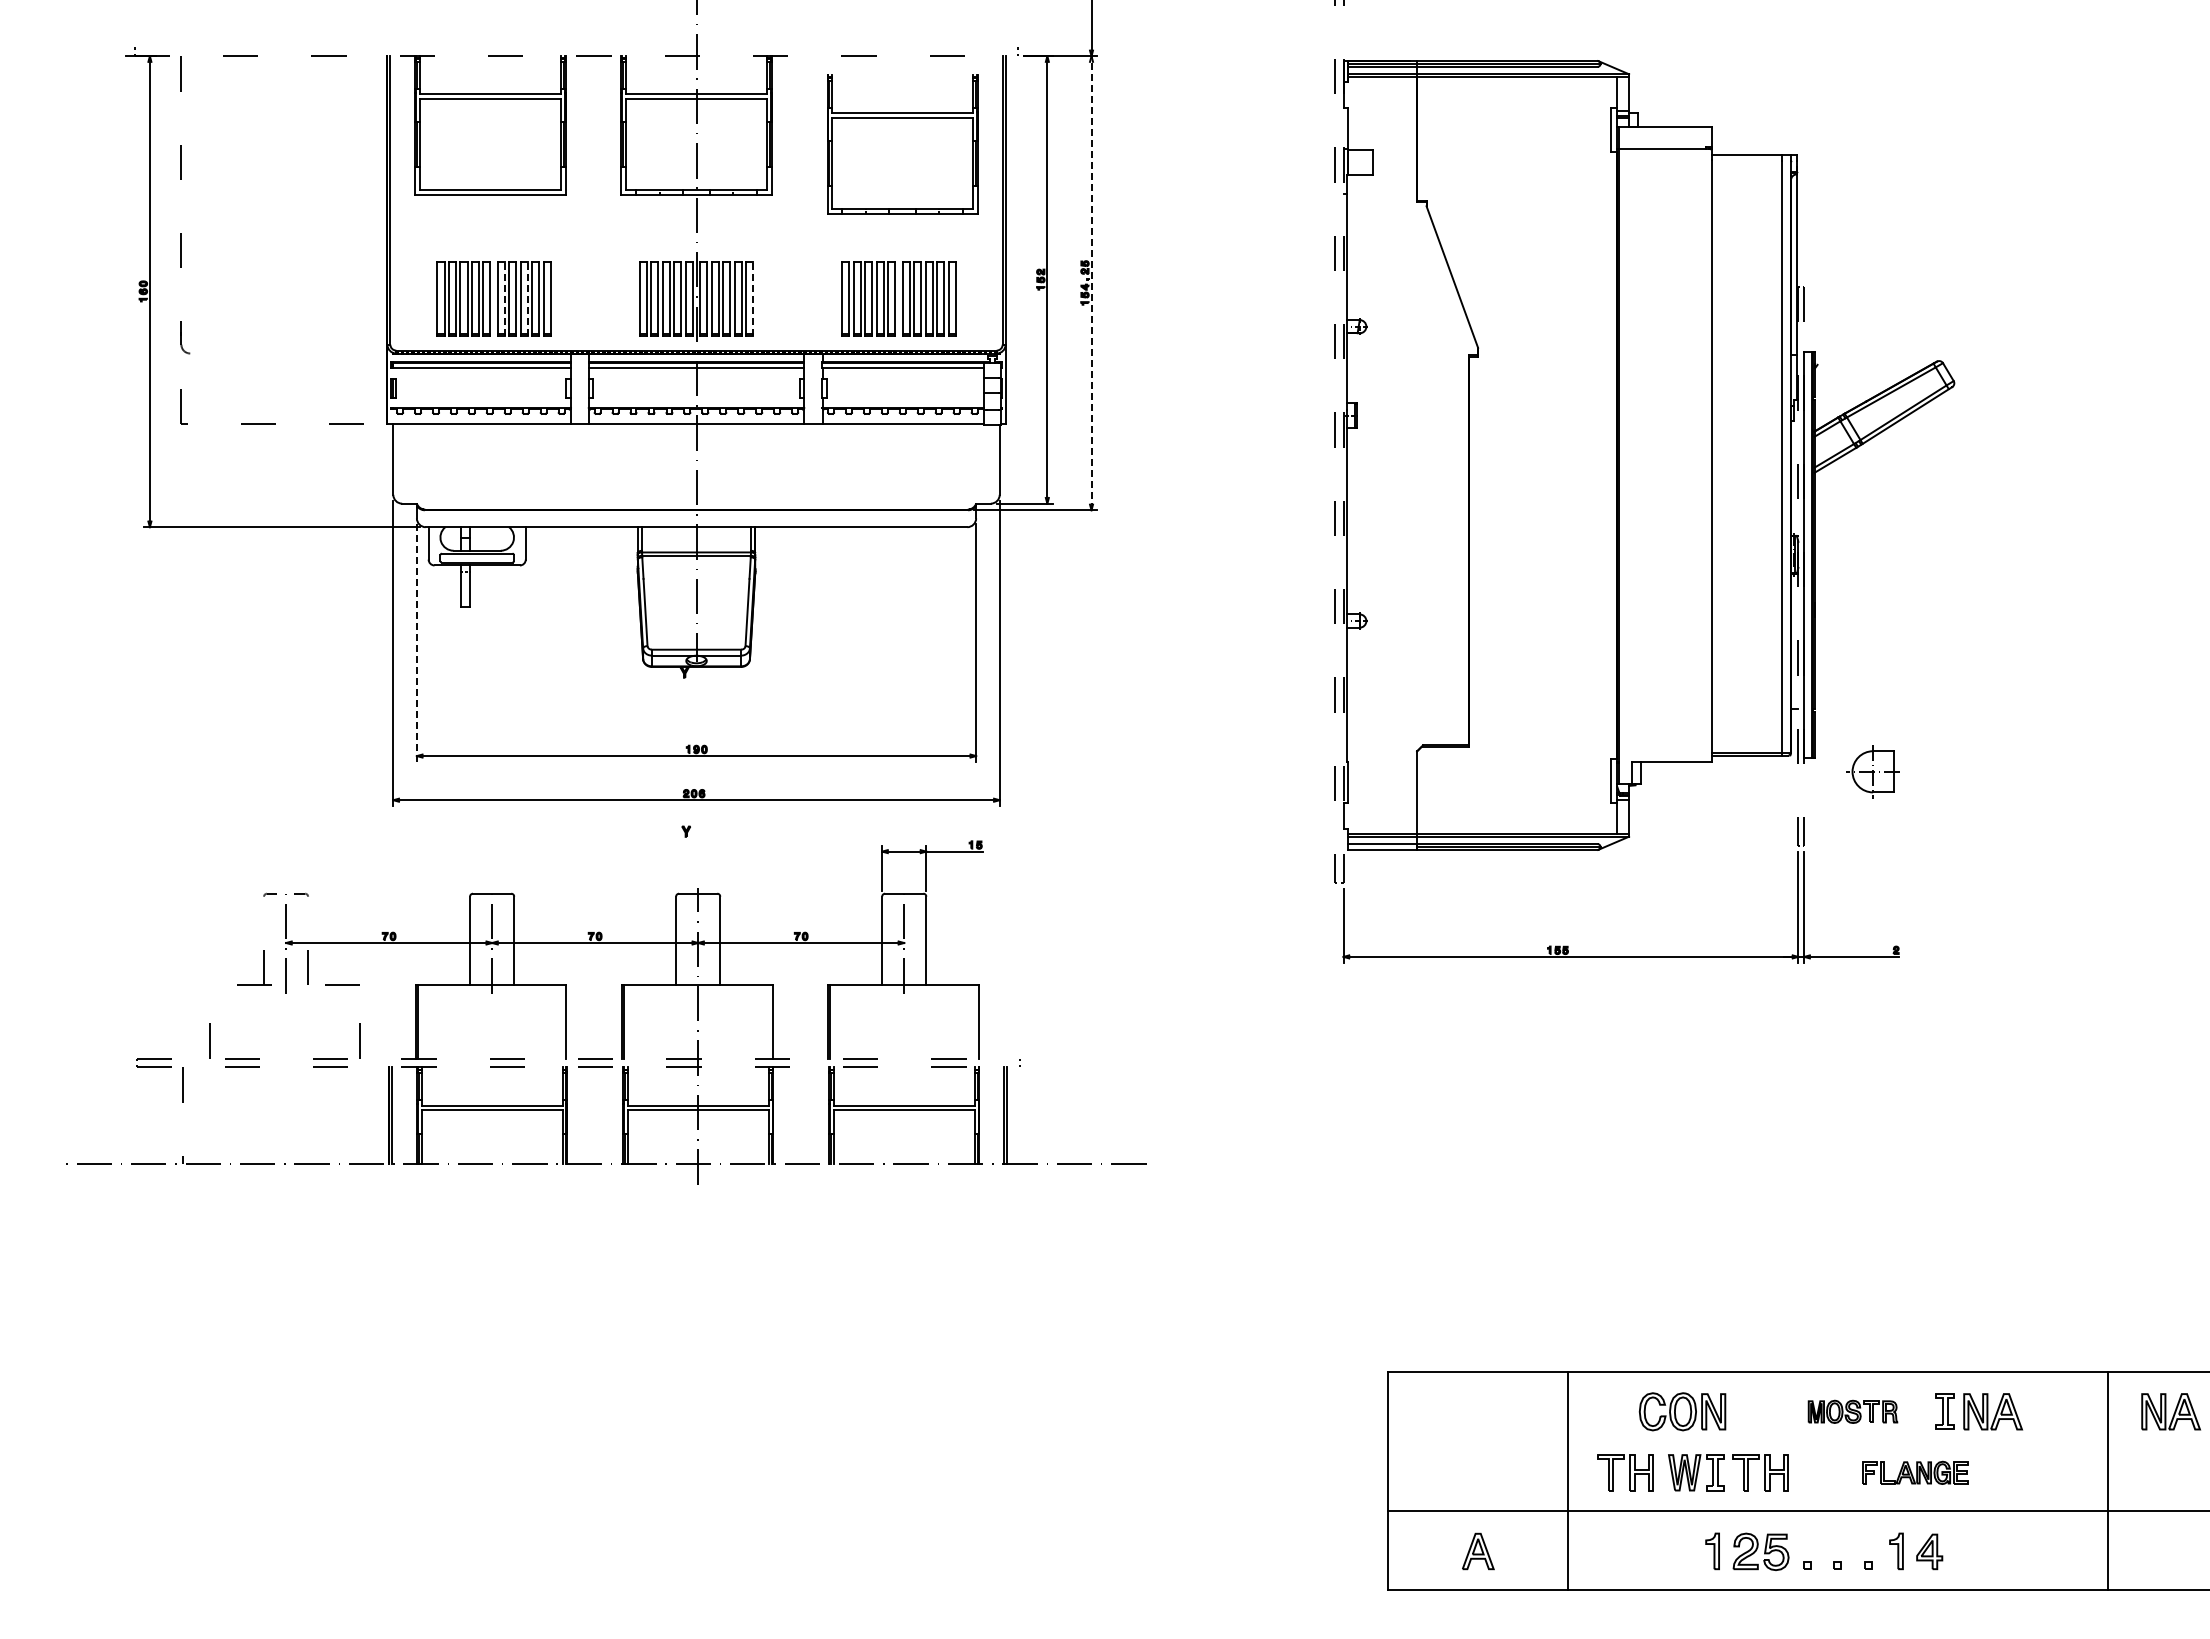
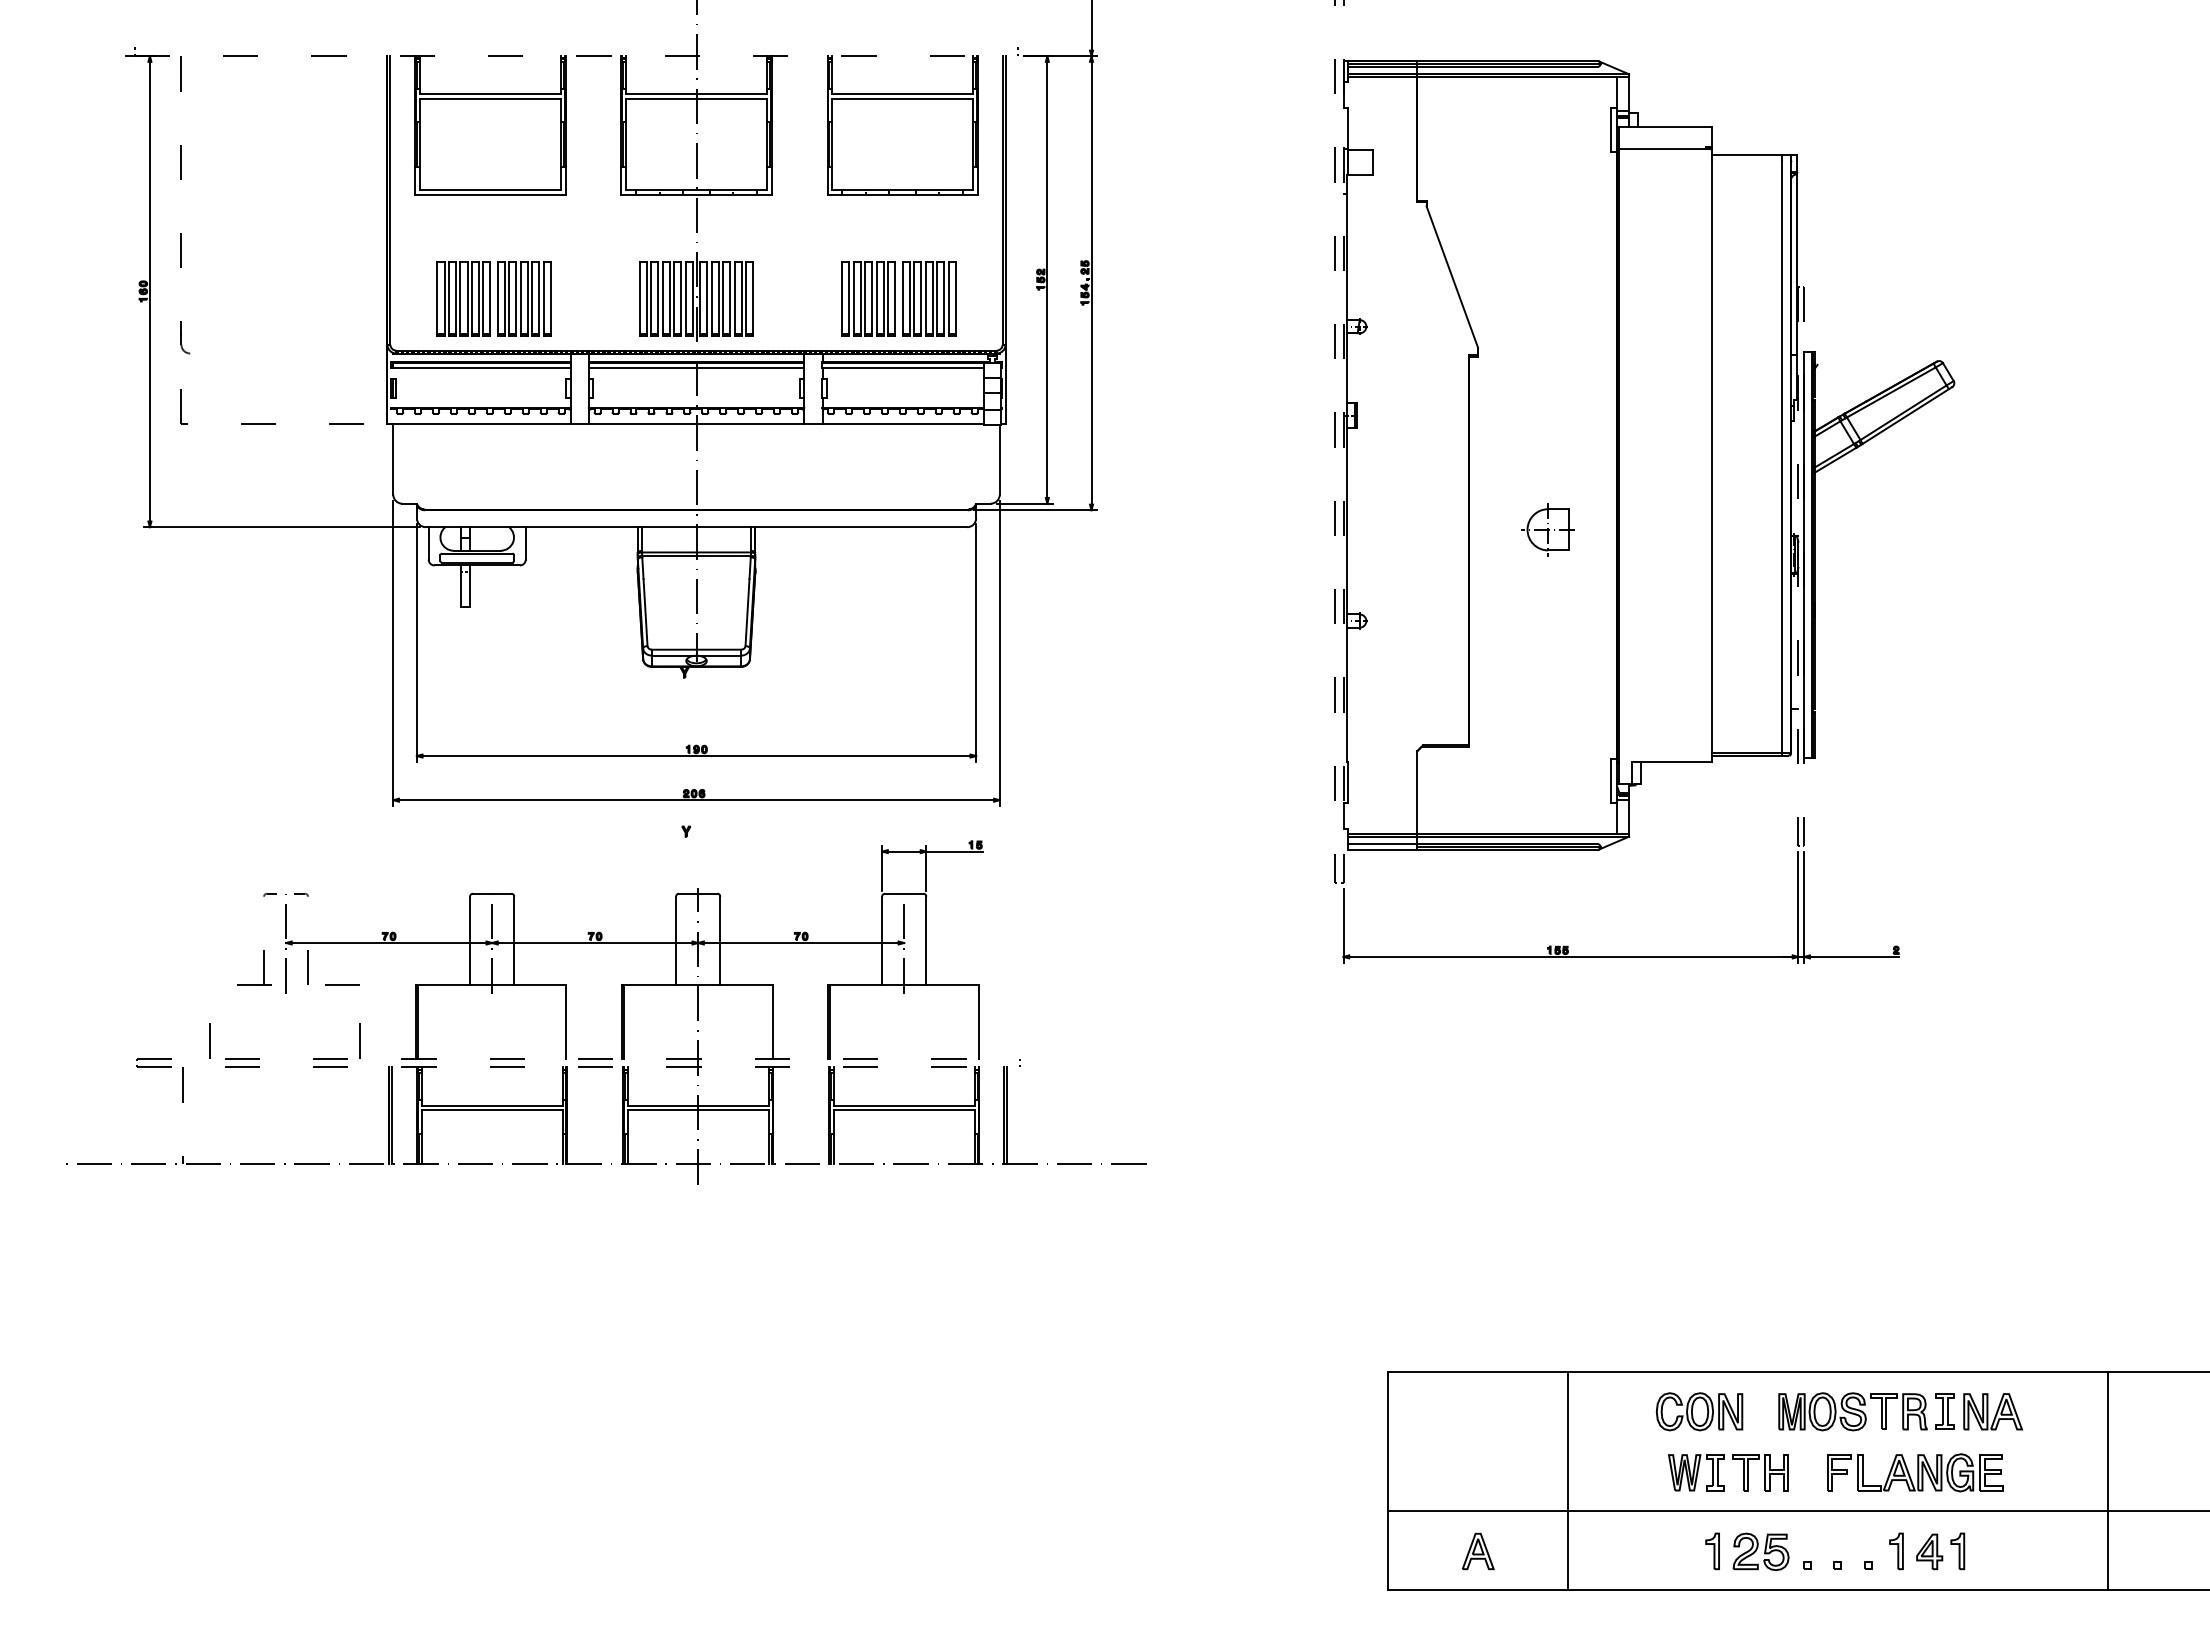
part at (902, 144) position: (902, 144) -> (902, 125)
line at (1091, 282): dashed -> solid
line at (504, 299): dashed -> solid
line at (527, 299): dashed -> solid
line at (753, 299): dashed -> solid
line at (416, 643): dashed -> solid
part at (1872, 771) position: (1872, 771) -> (1547, 529)
part at (1682, 1411) position: (1682, 1411) -> (1699, 1411)
part at (1852, 1411) size: 92x25 px -> 150x40 px
part at (2171, 1411): present -> none
part at (1625, 1472): present -> none
part at (1915, 1472) size: 107x25 px -> 177x40 px
part at (1957, 1551): none -> present
